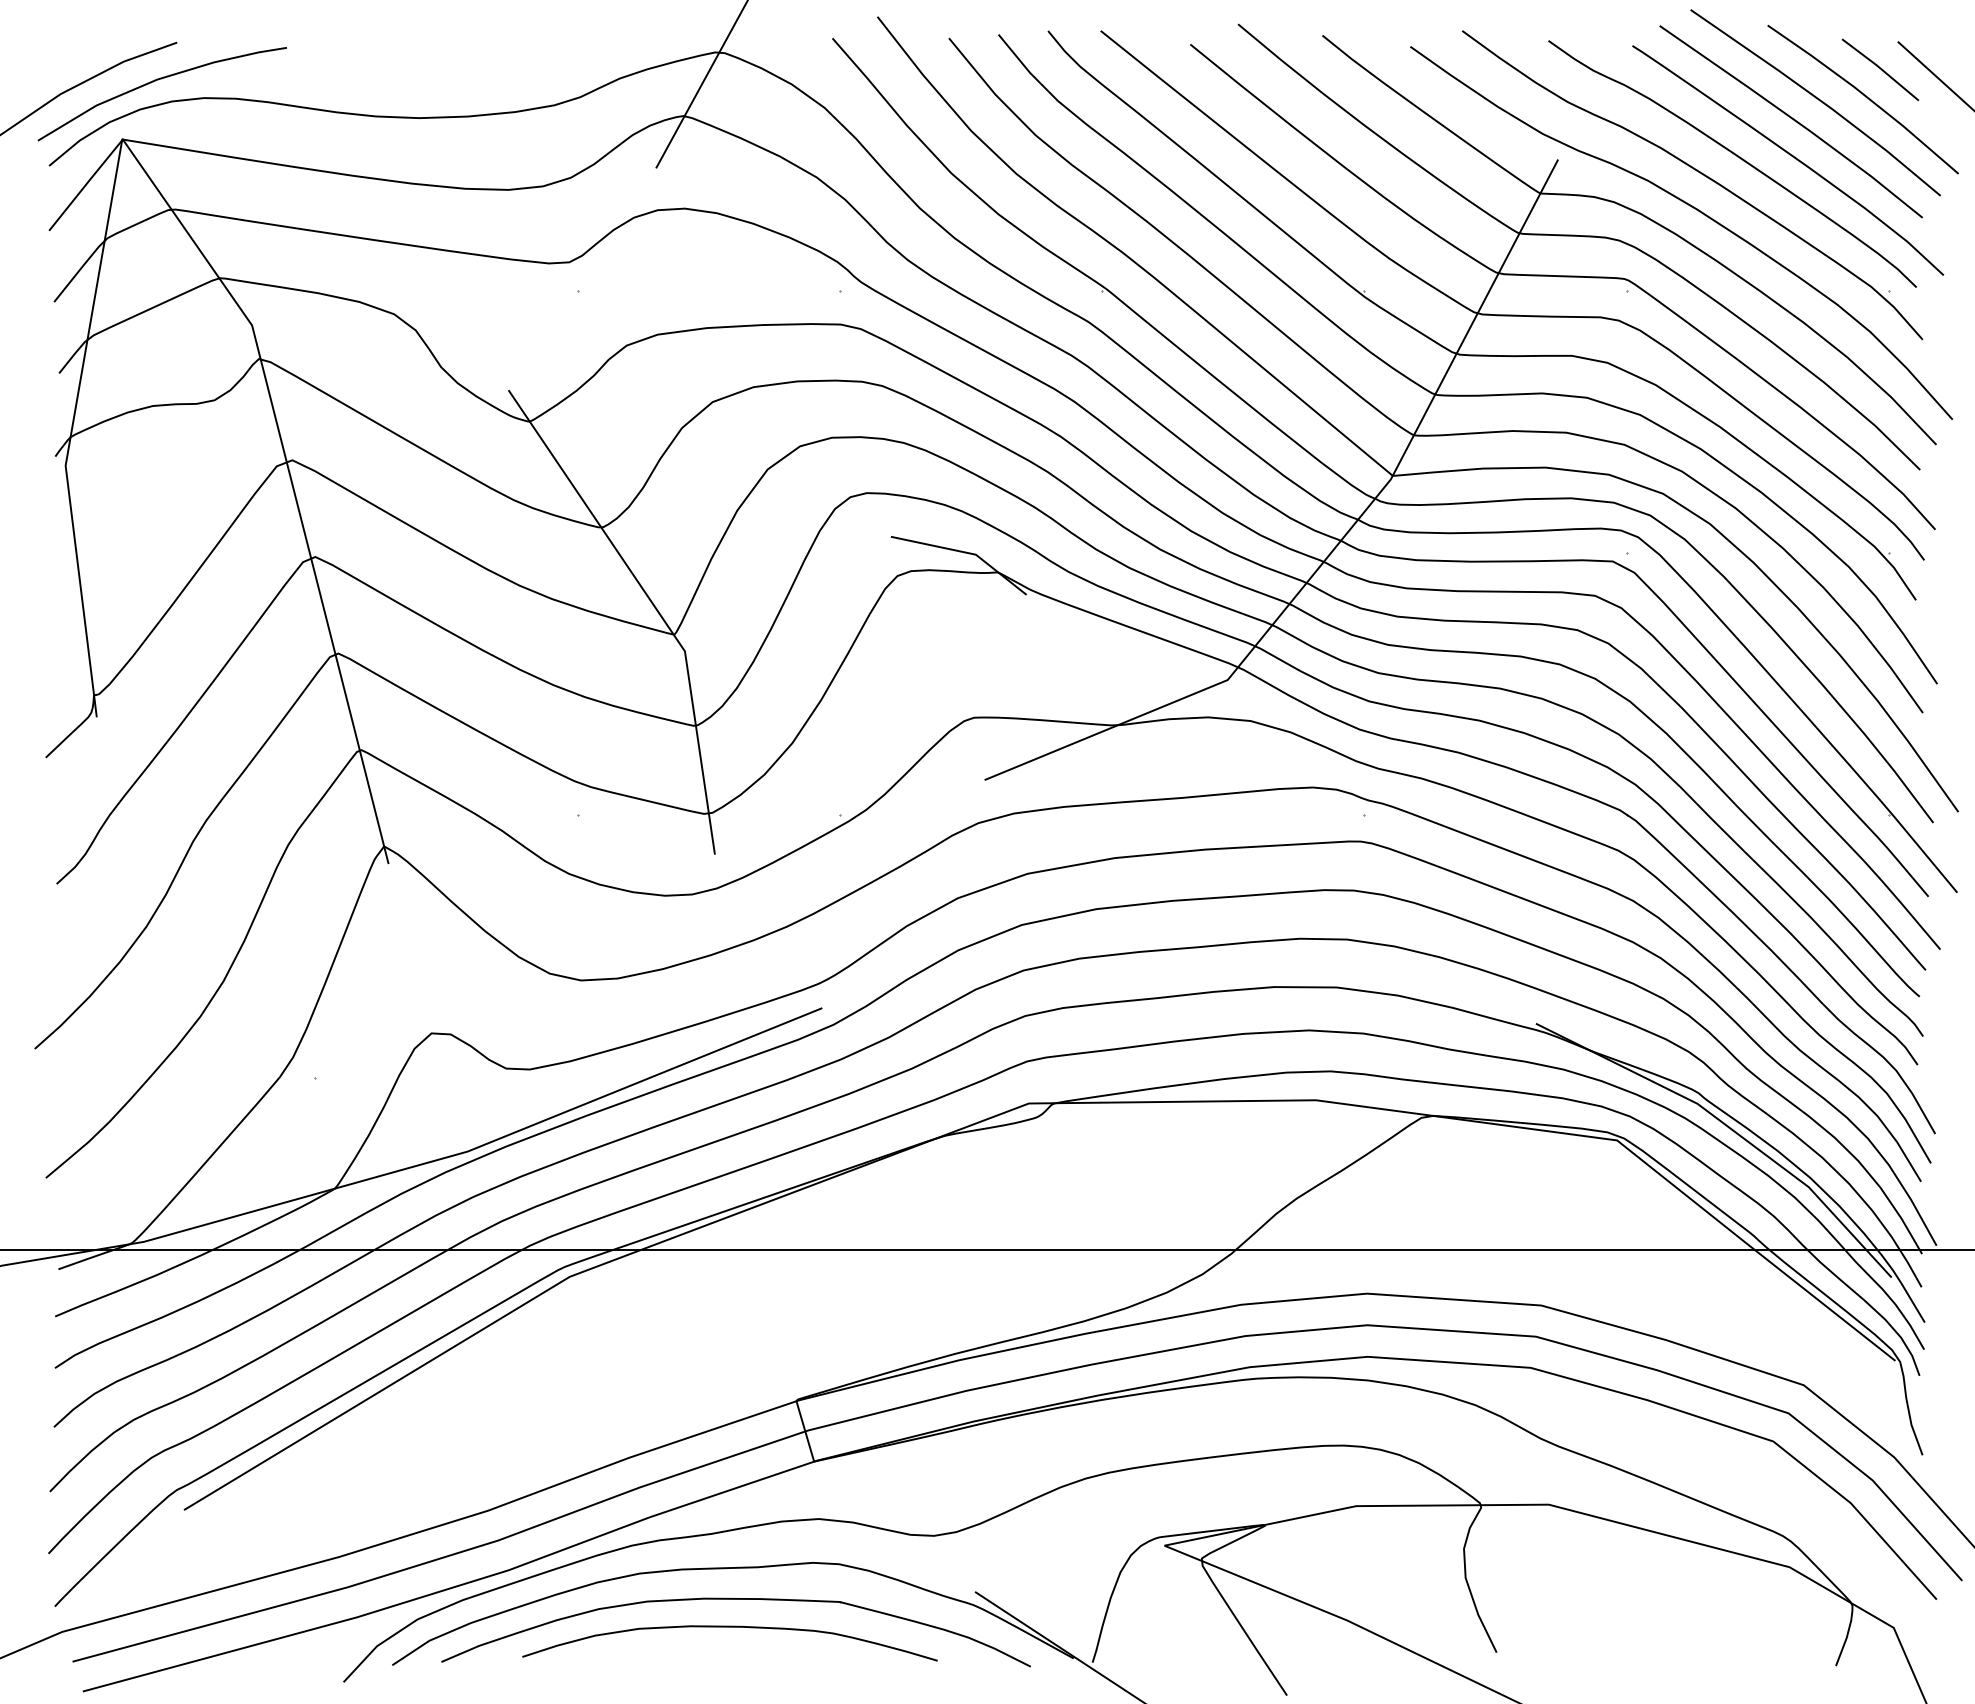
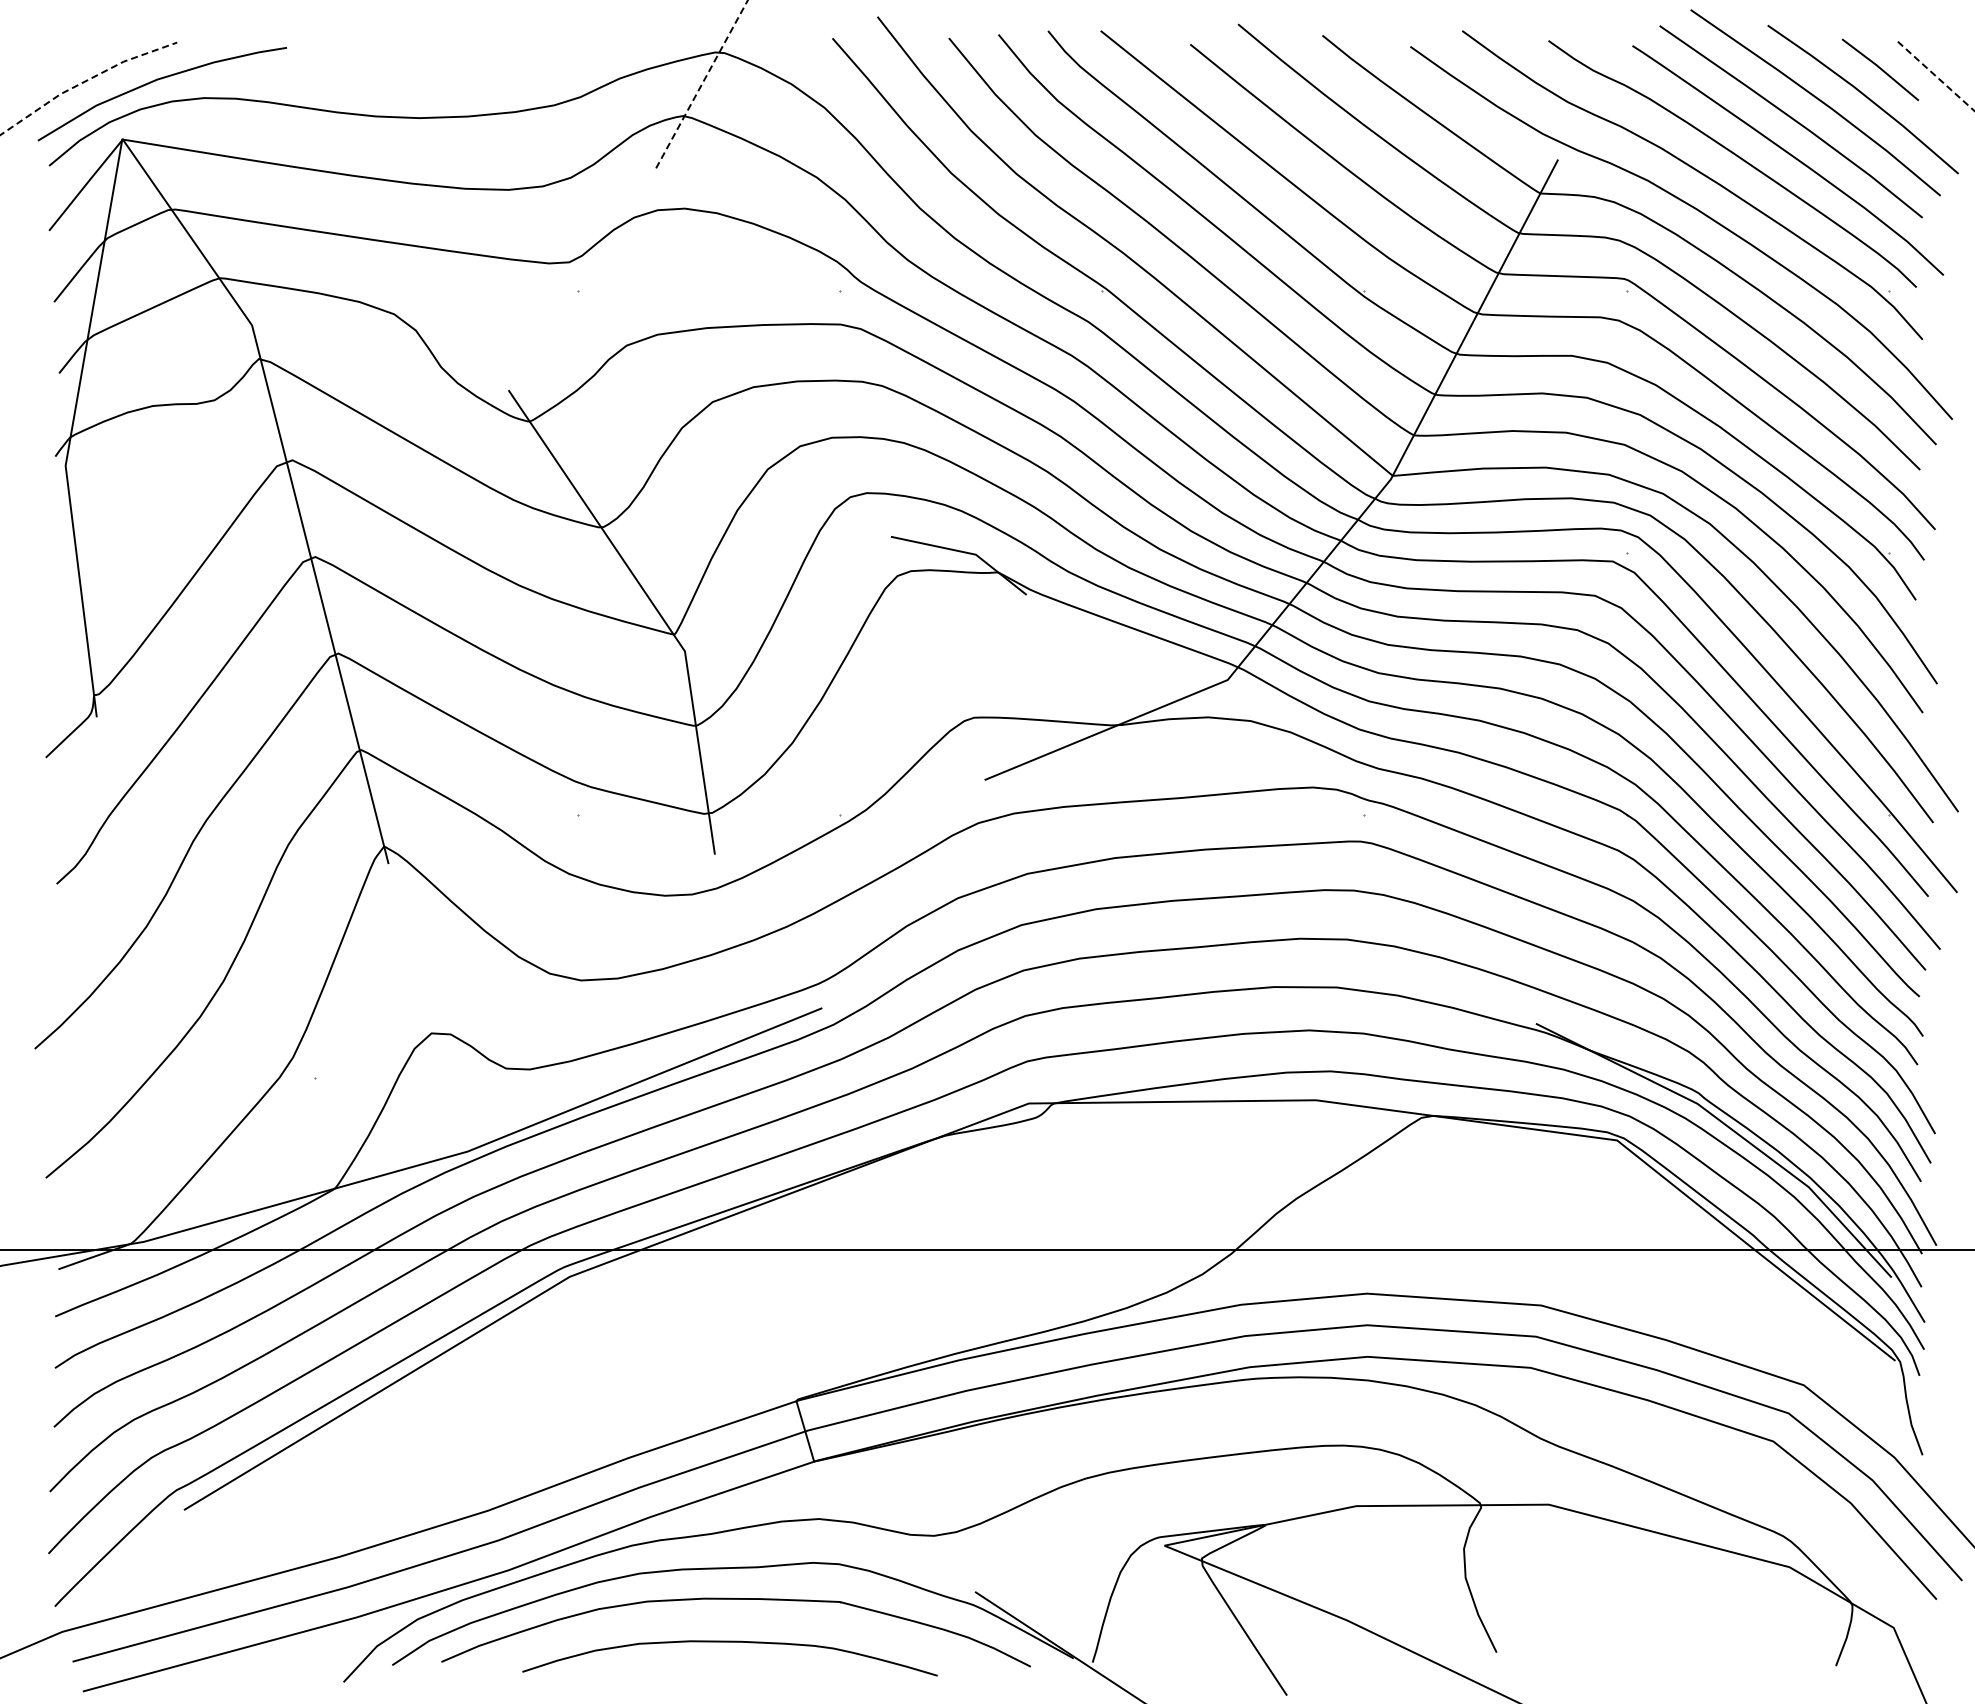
line at (1936, 76): solid -> dashed
line at (84, 81): solid -> dashed
line at (702, 84): solid -> dashed
curve at (729, 1627) position: (729, 1627) -> (729, 1642)
